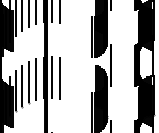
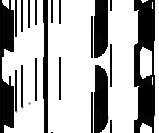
line at (51, 77): present -> none
line at (28, 82): present -> none
